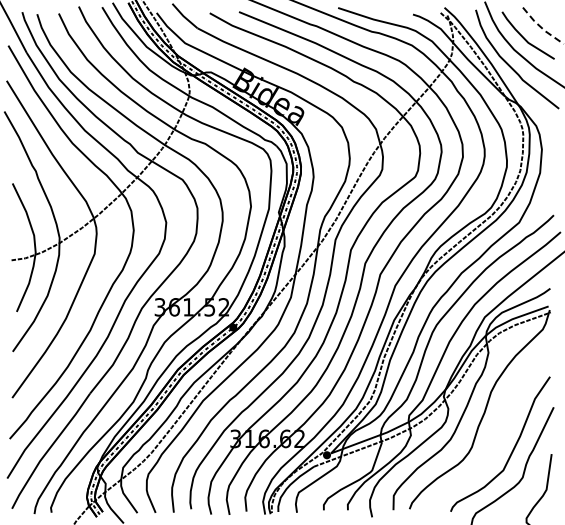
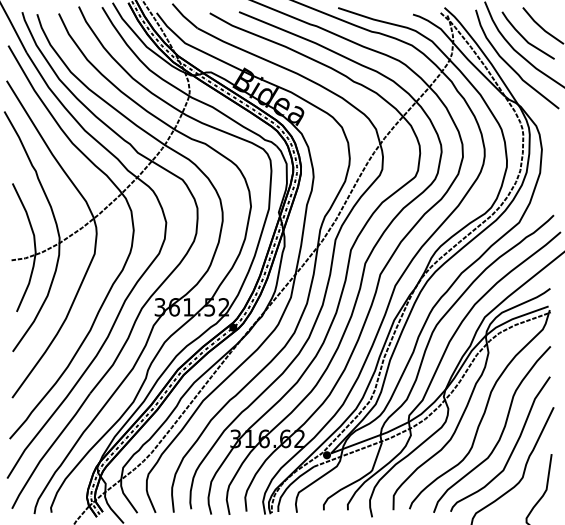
line at (541, 27): dashed -> solid
curve at (501, 431): none -> present
